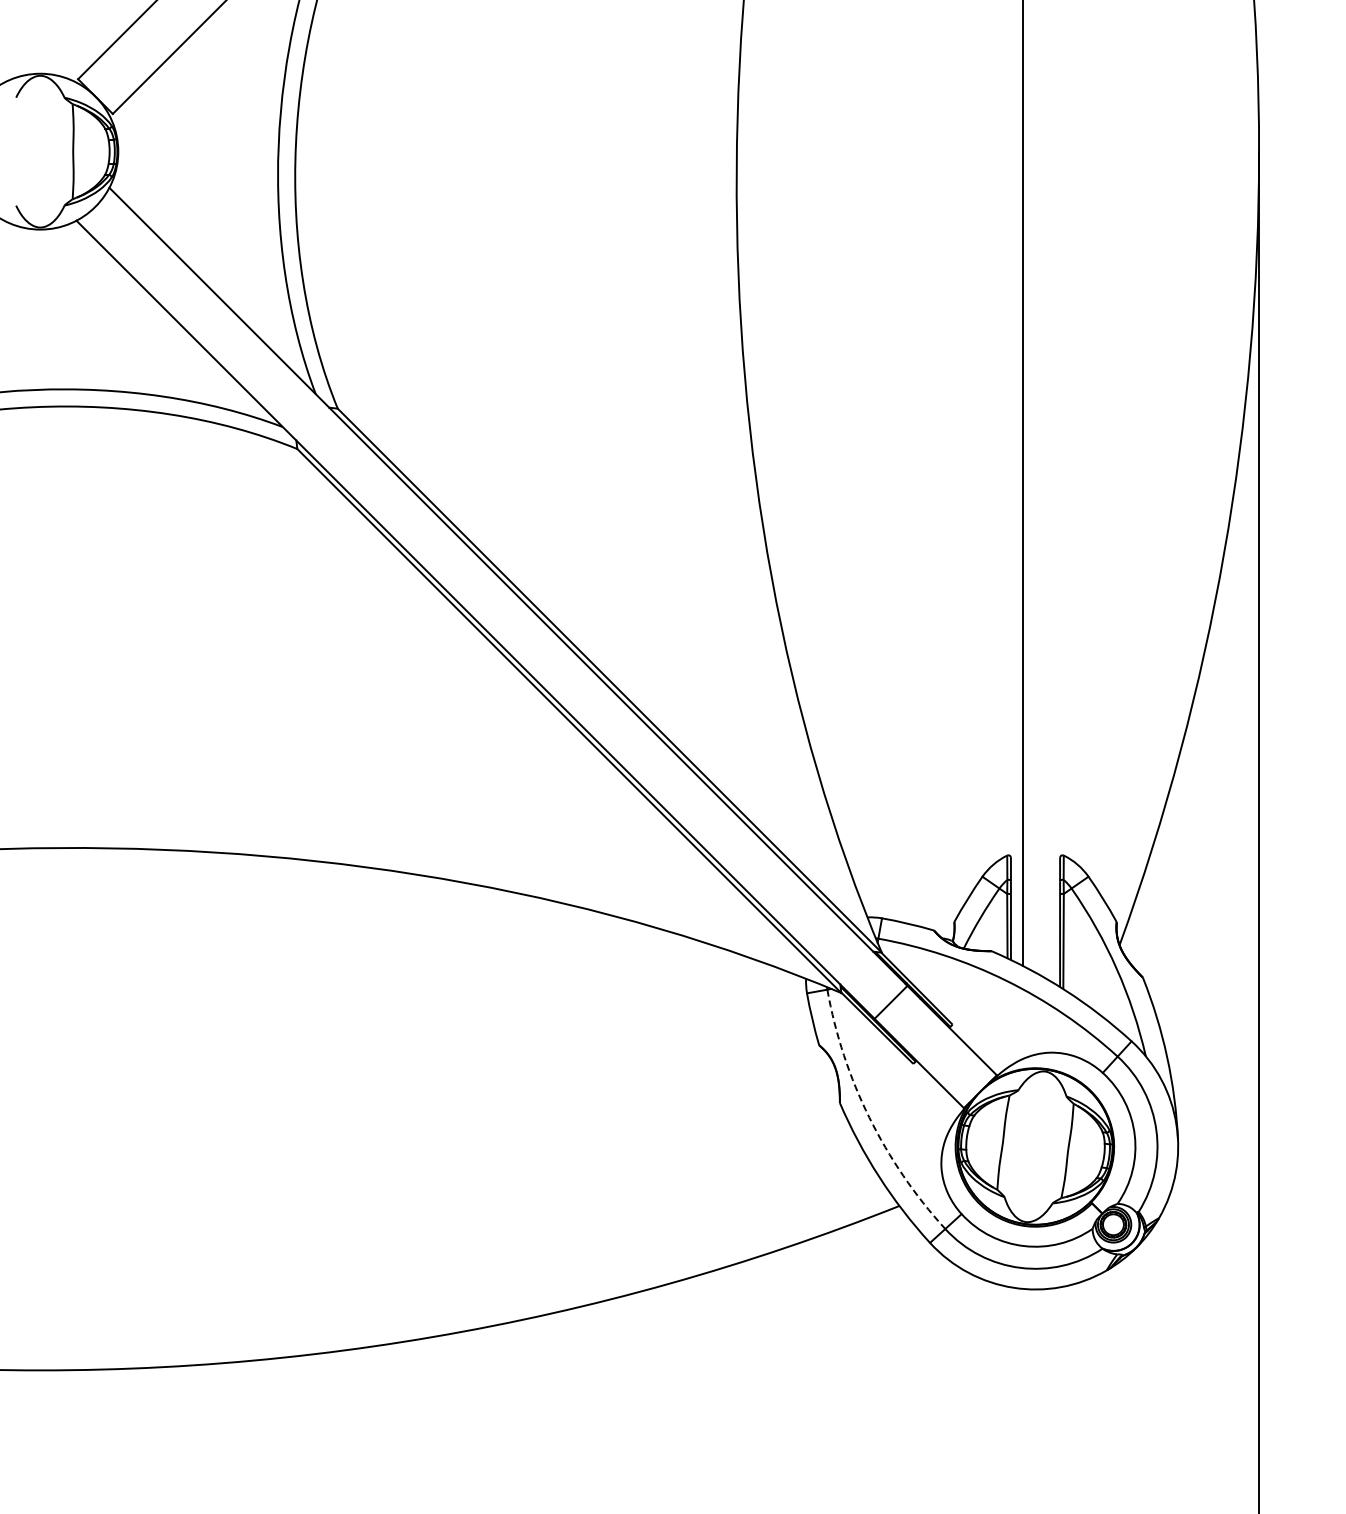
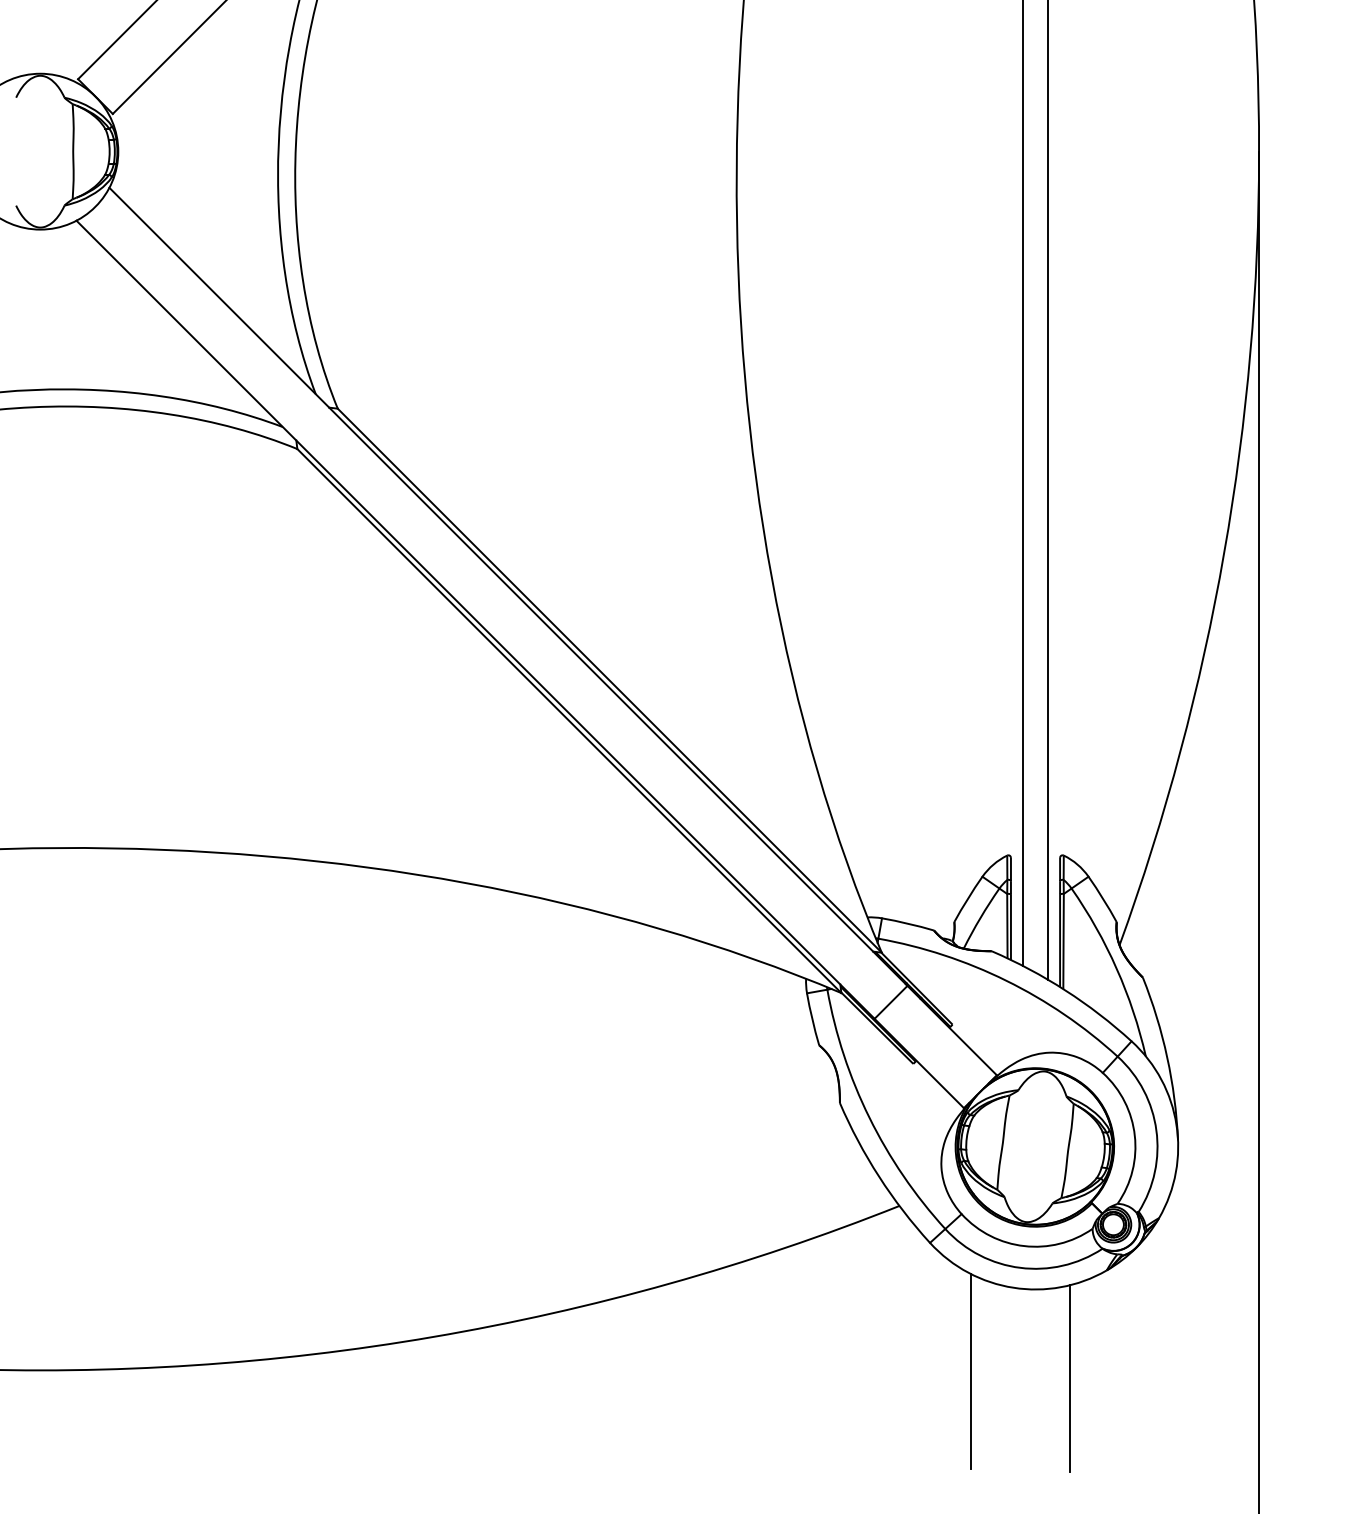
line at (1048, 490): none -> present
arc at (869, 1117): dashed -> solid
line at (971, 1371): none -> present
line at (1069, 1378): none -> present
